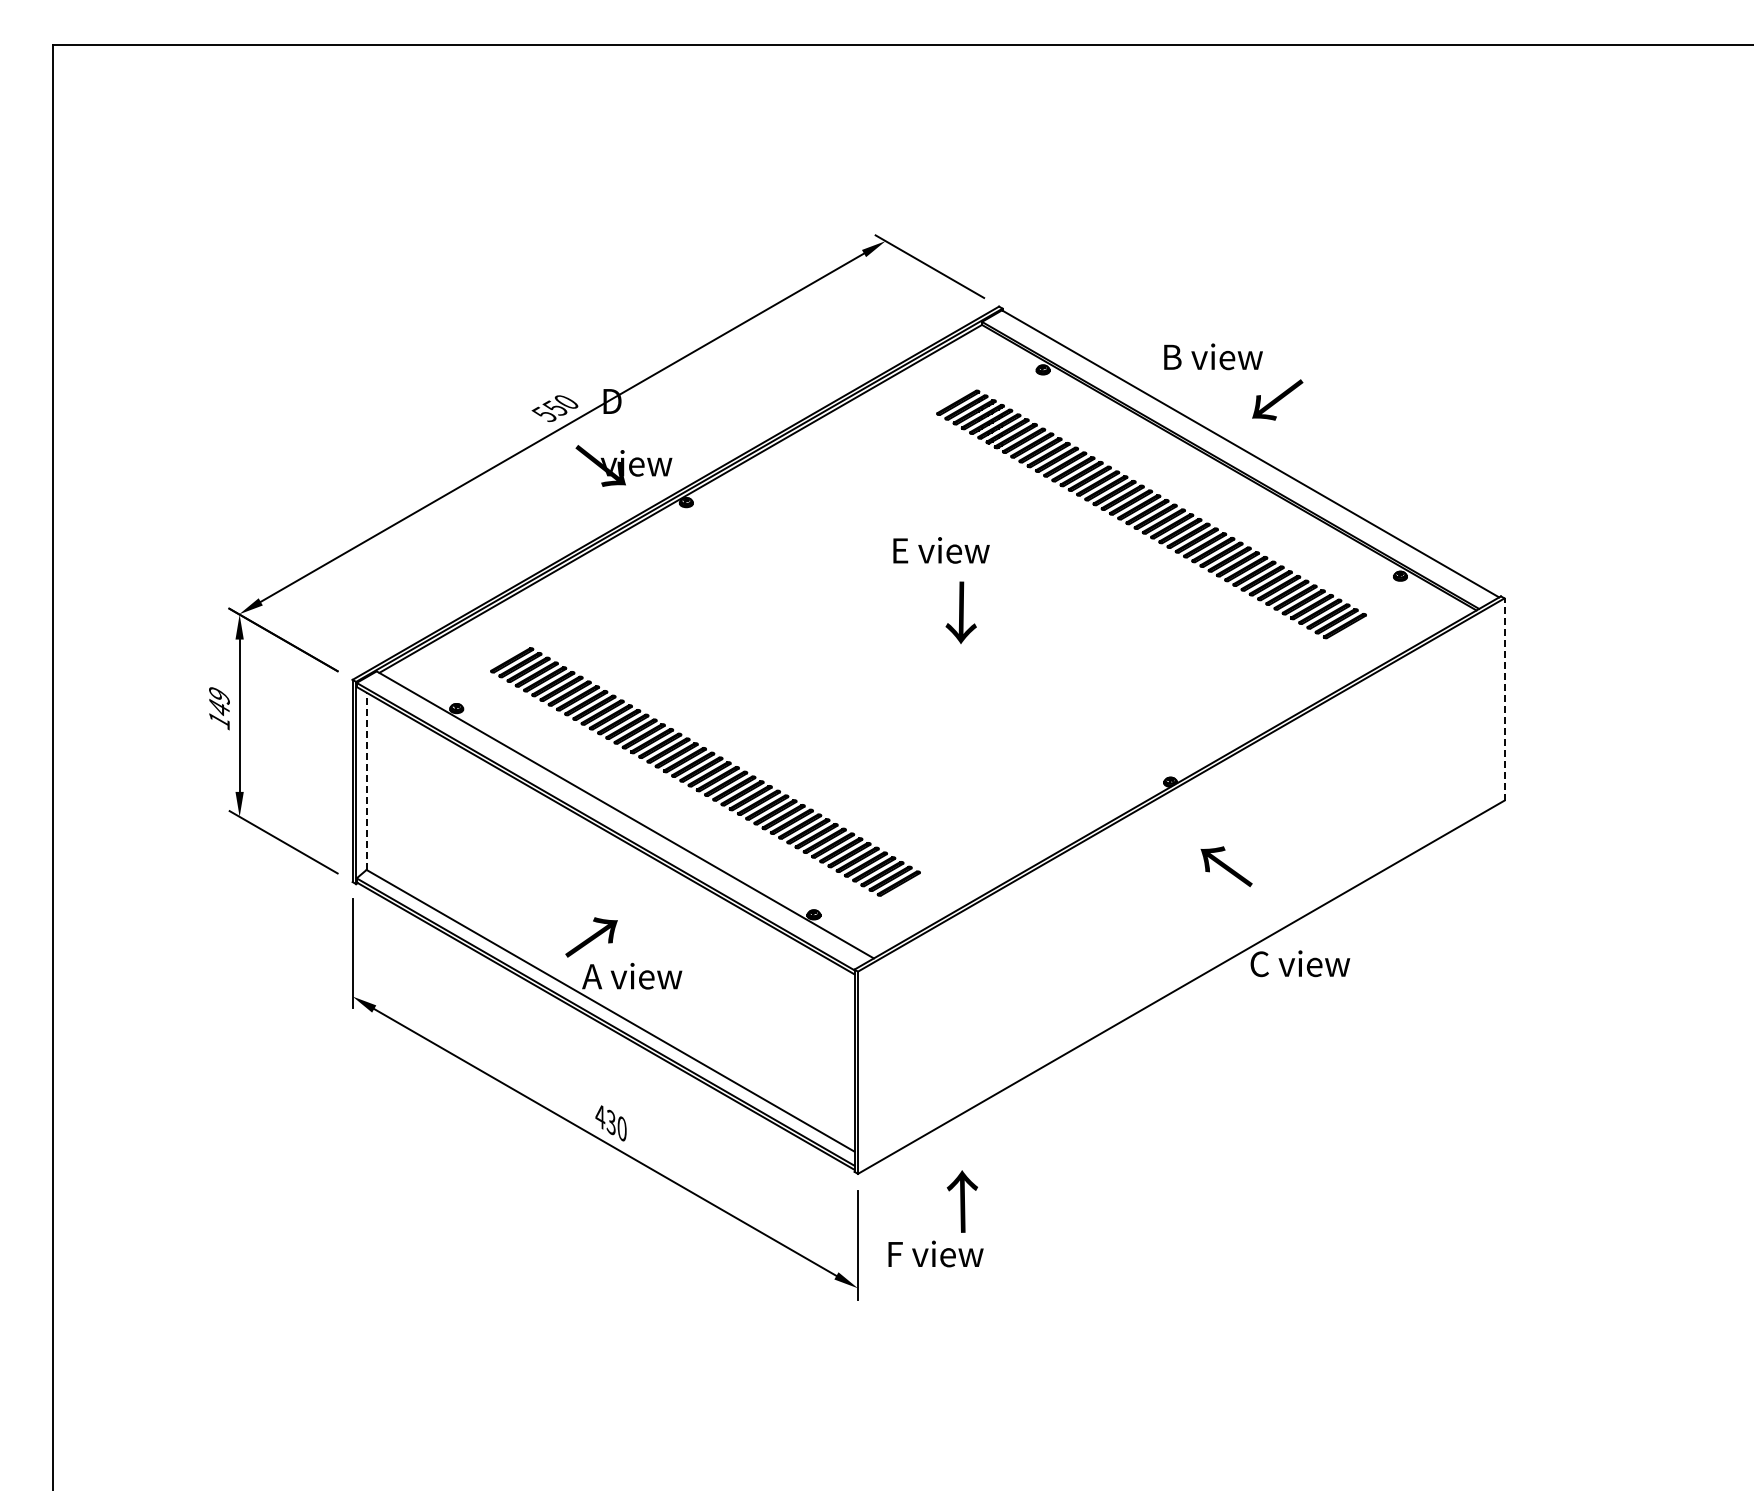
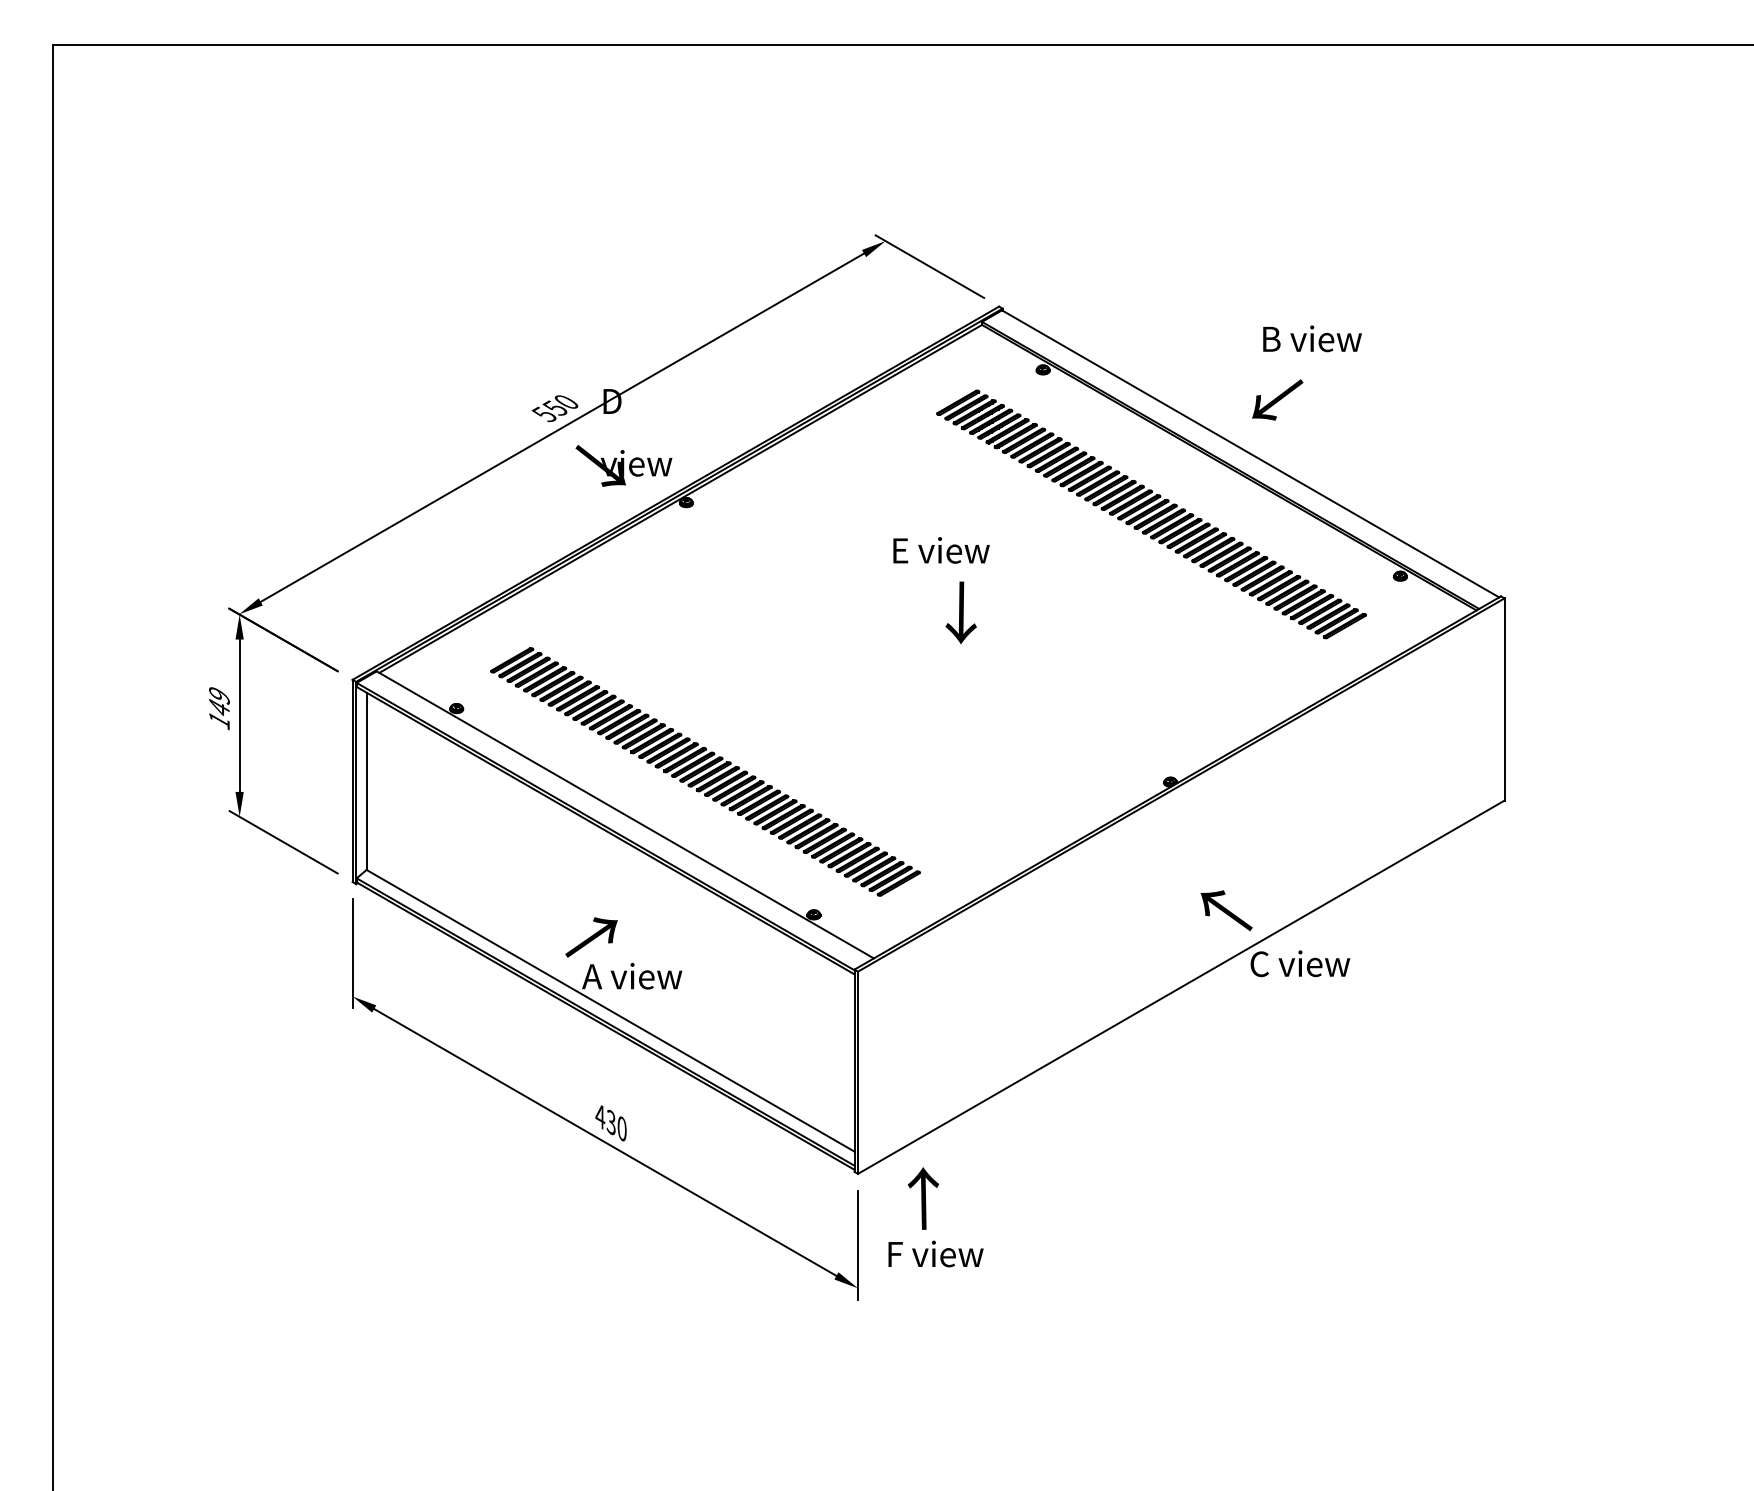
text at (1213, 356) position: (1213, 356) -> (1312, 338)
line at (1504, 699): dashed -> solid
line at (366, 781): dashed -> solid
text at (1226, 866) position: (1226, 866) -> (1226, 910)
text at (961, 1201) position: (961, 1201) -> (922, 1198)
